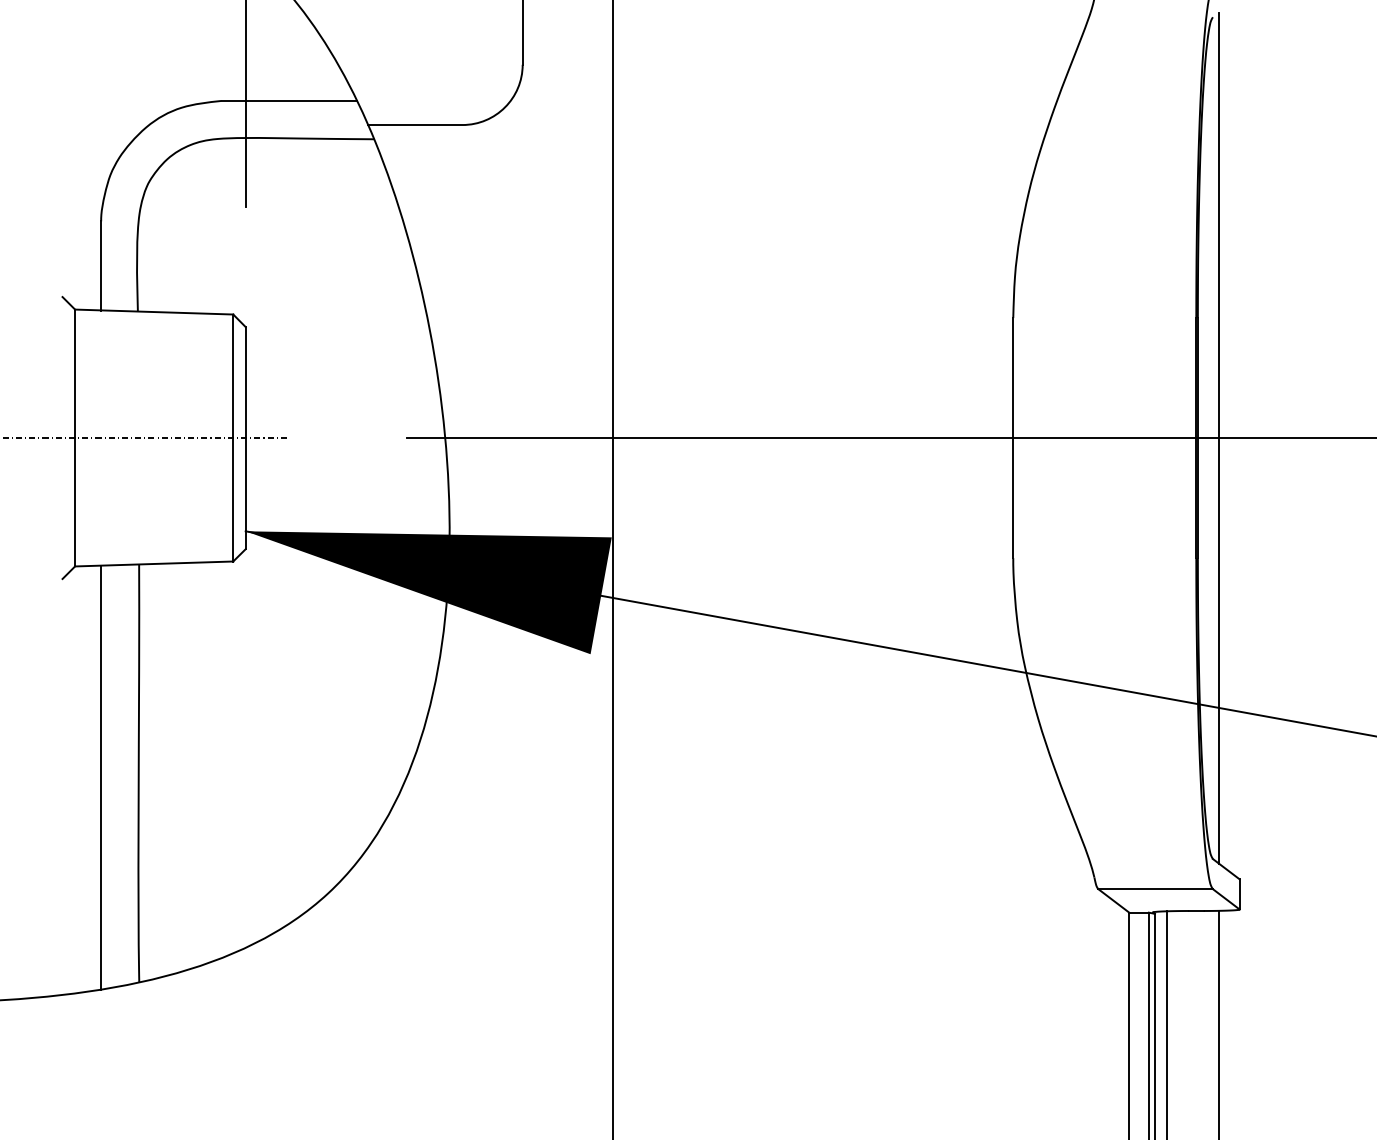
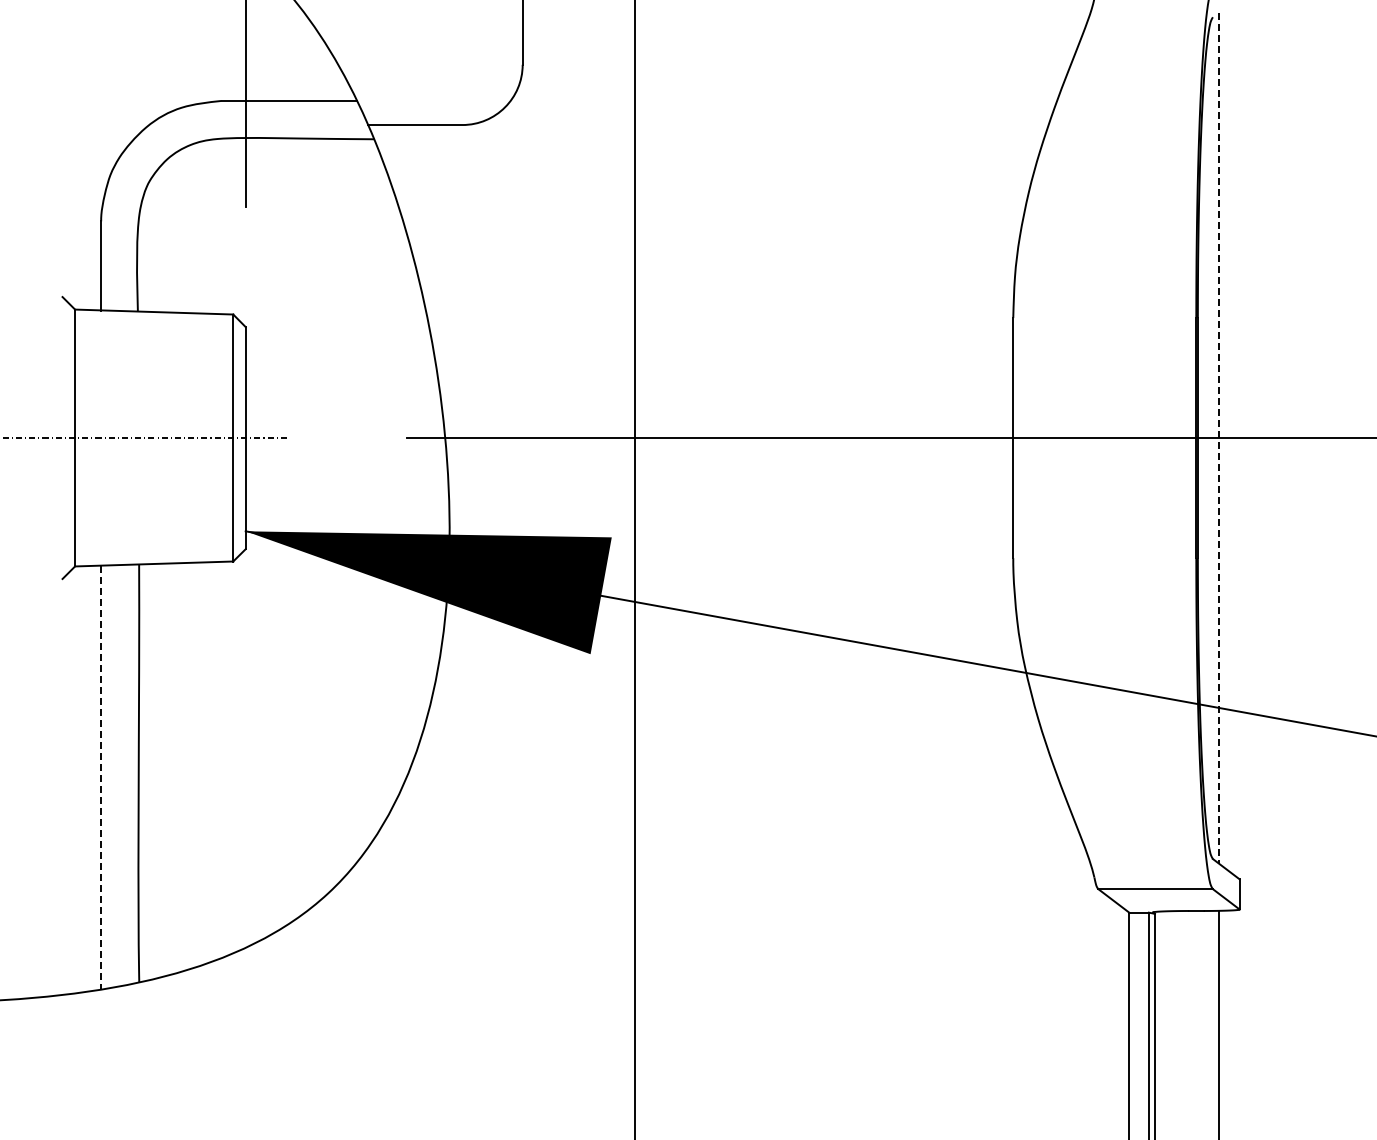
line at (1219, 438): solid -> dashed
line at (613, 569) position: (613, 569) -> (635, 569)
line at (101, 777): solid -> dashed
line at (1166, 1023): present -> none
